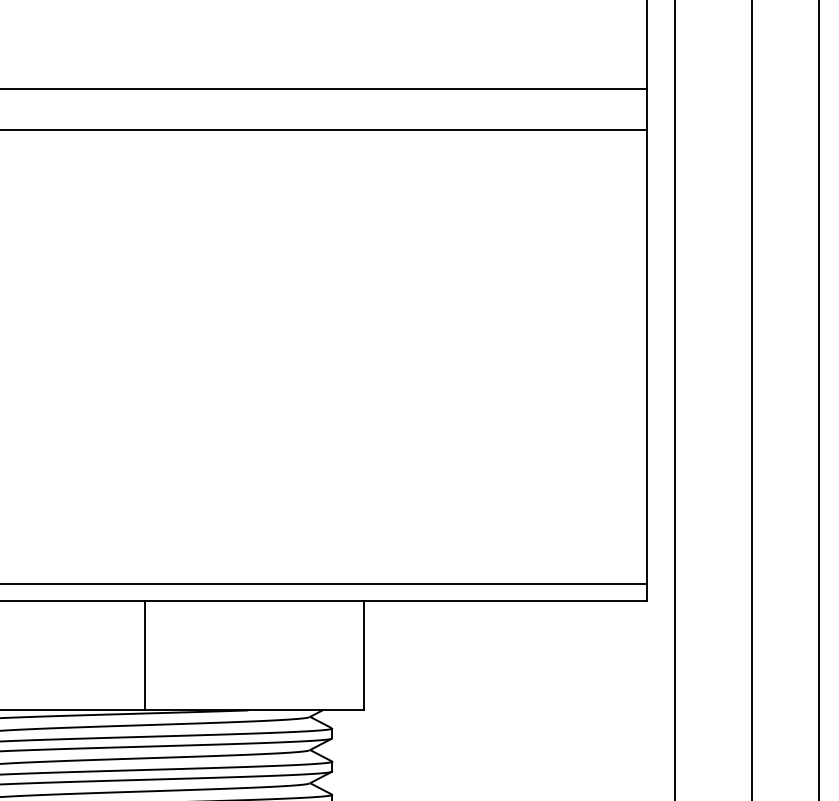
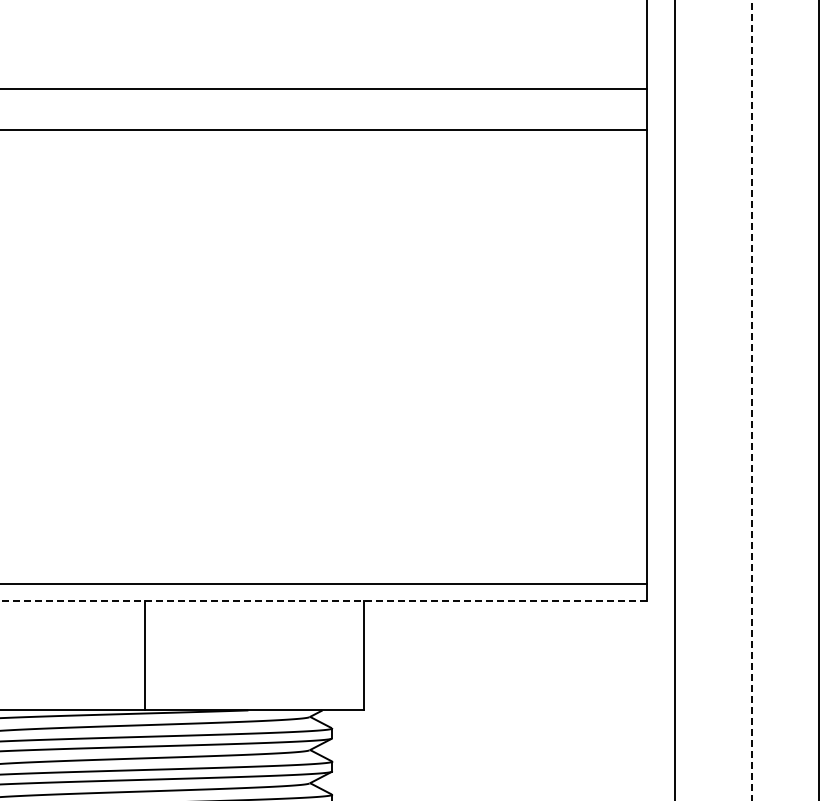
line at (751, 400): solid -> dashed
line at (323, 600): solid -> dashed
